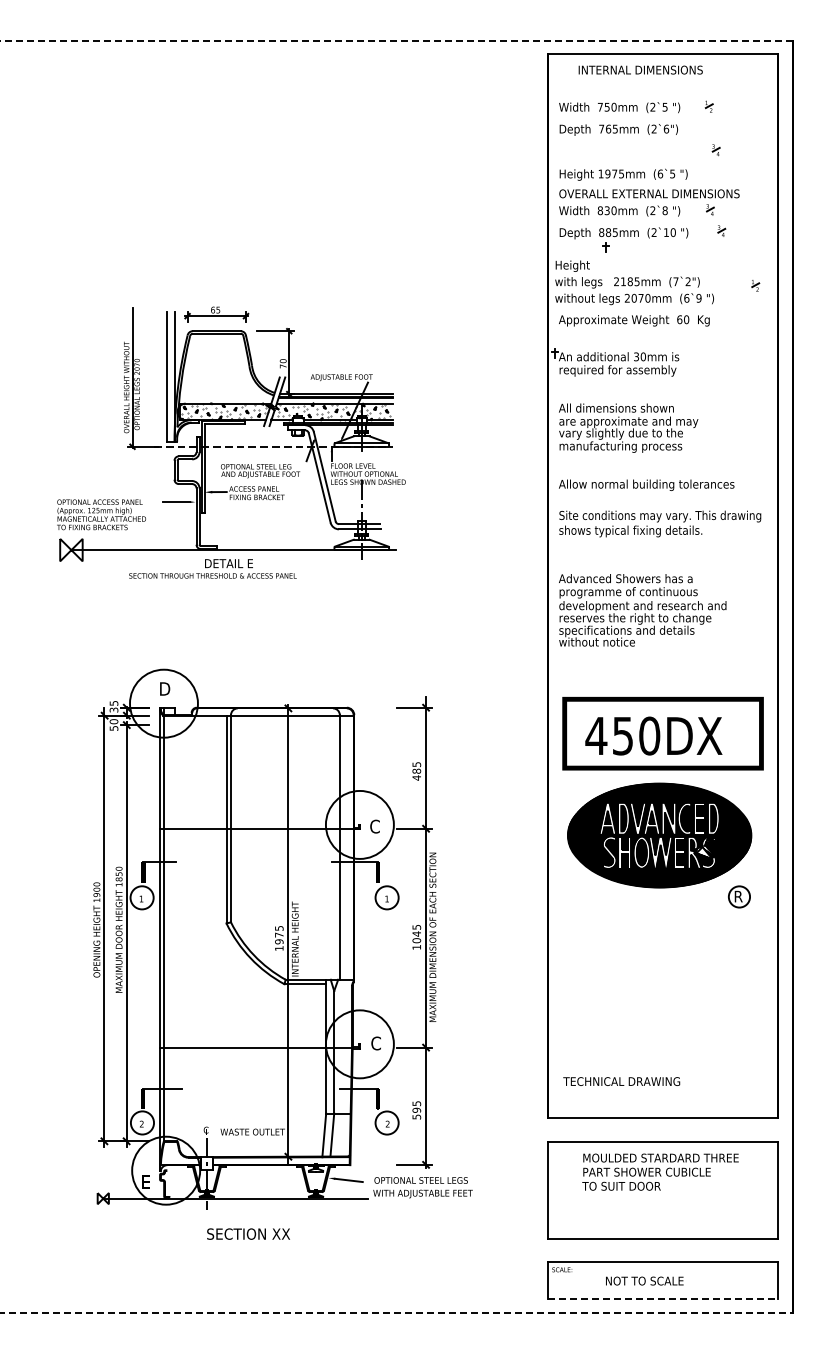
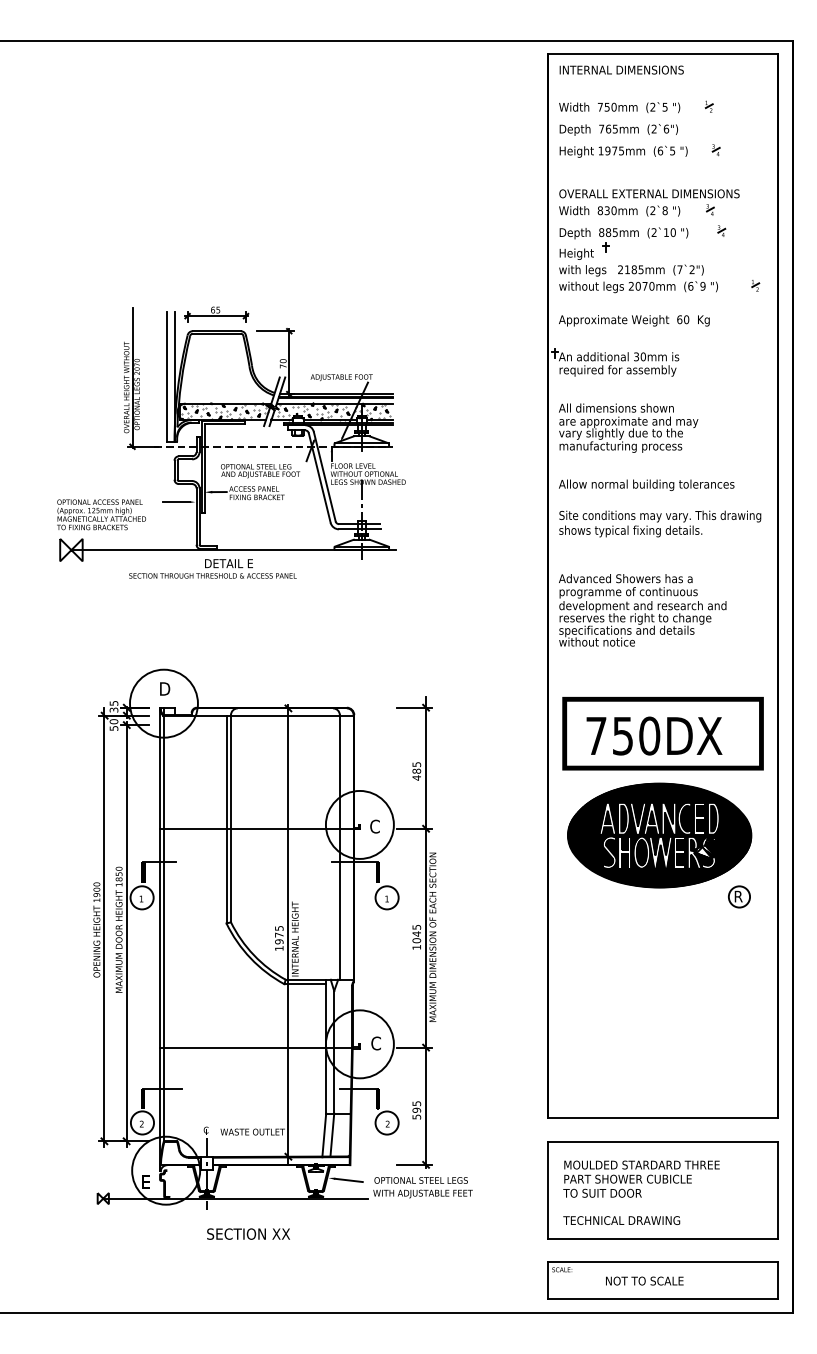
line at (395, 40): dashed -> solid
text at (640, 69) position: (640, 69) -> (621, 69)
text at (623, 174) position: (623, 174) -> (623, 151)
text at (634, 282) position: (634, 282) -> (638, 270)
text at (596, 735): 450DX -> 750DX
text at (621, 1081) position: (621, 1081) -> (621, 1220)
text at (660, 1171) position: (660, 1171) -> (641, 1178)
line at (663, 1298): dashed -> solid
line at (396, 1313): dashed -> solid
